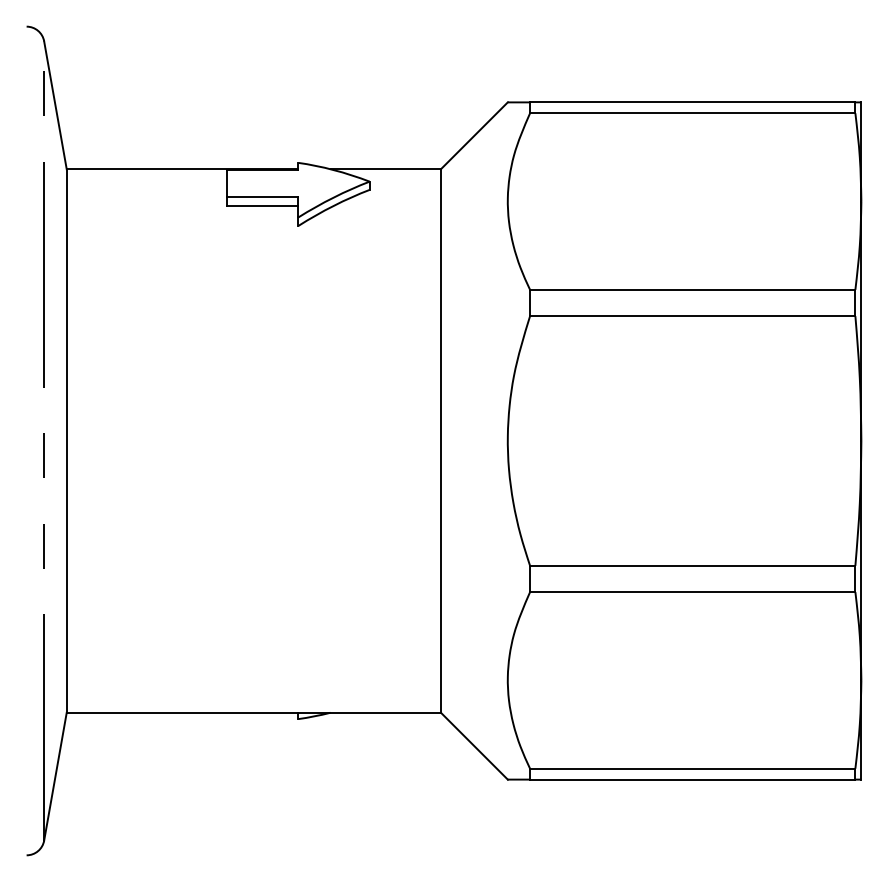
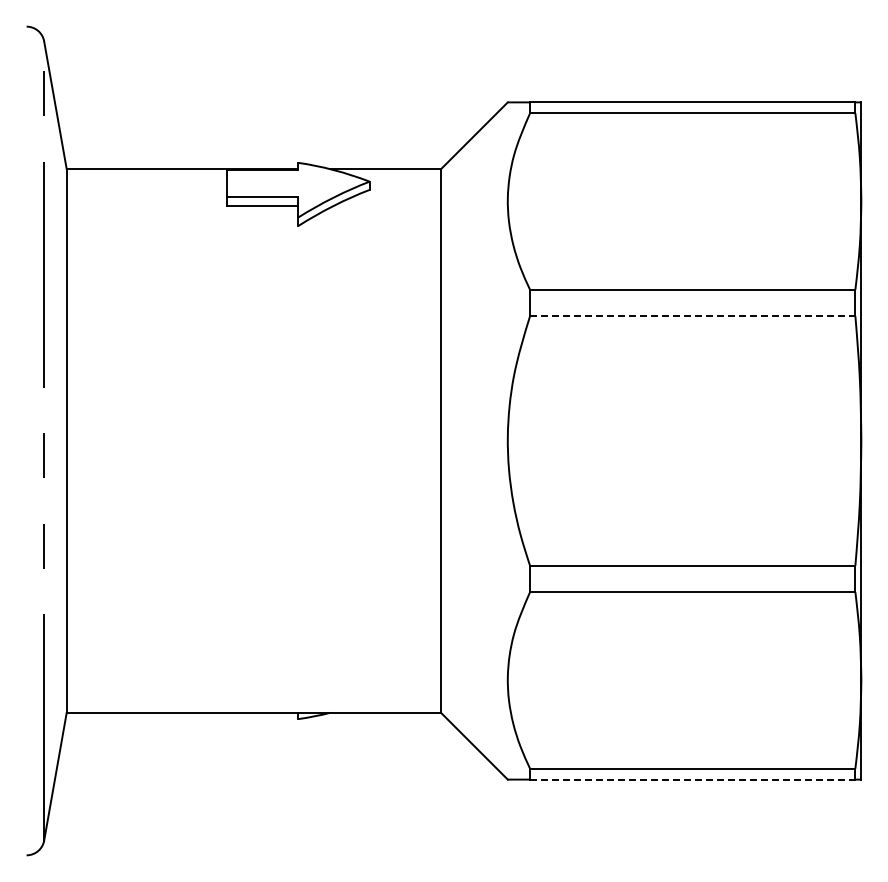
line at (692, 316): solid -> dashed
line at (692, 779): solid -> dashed
